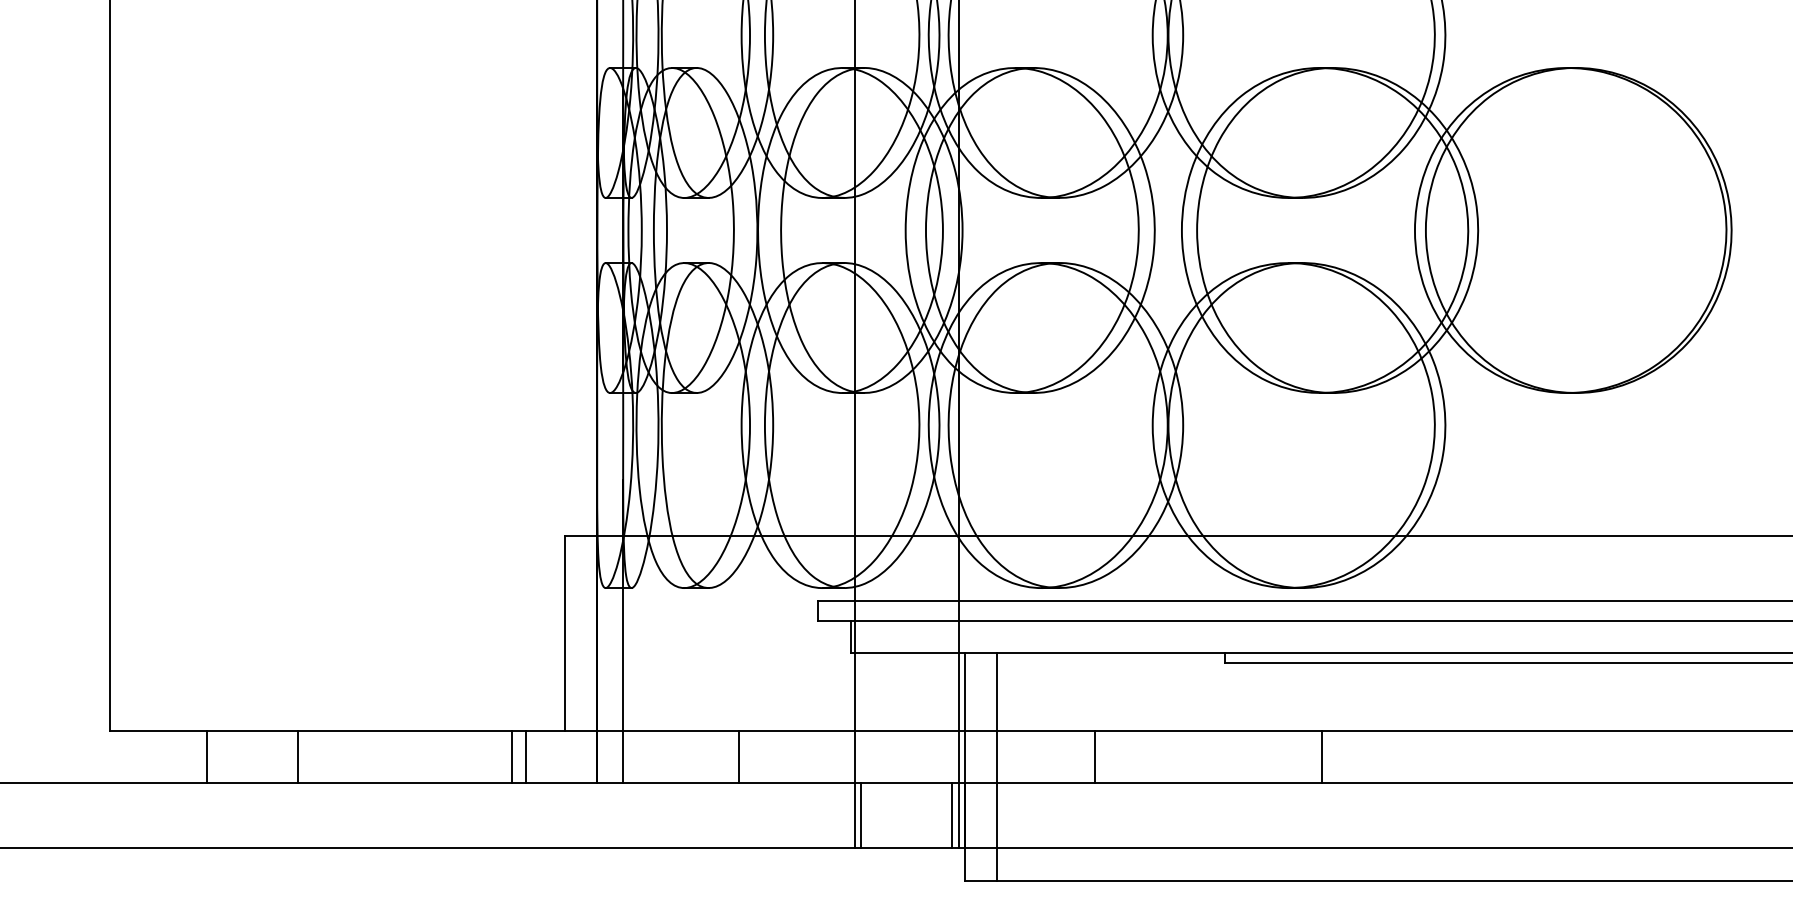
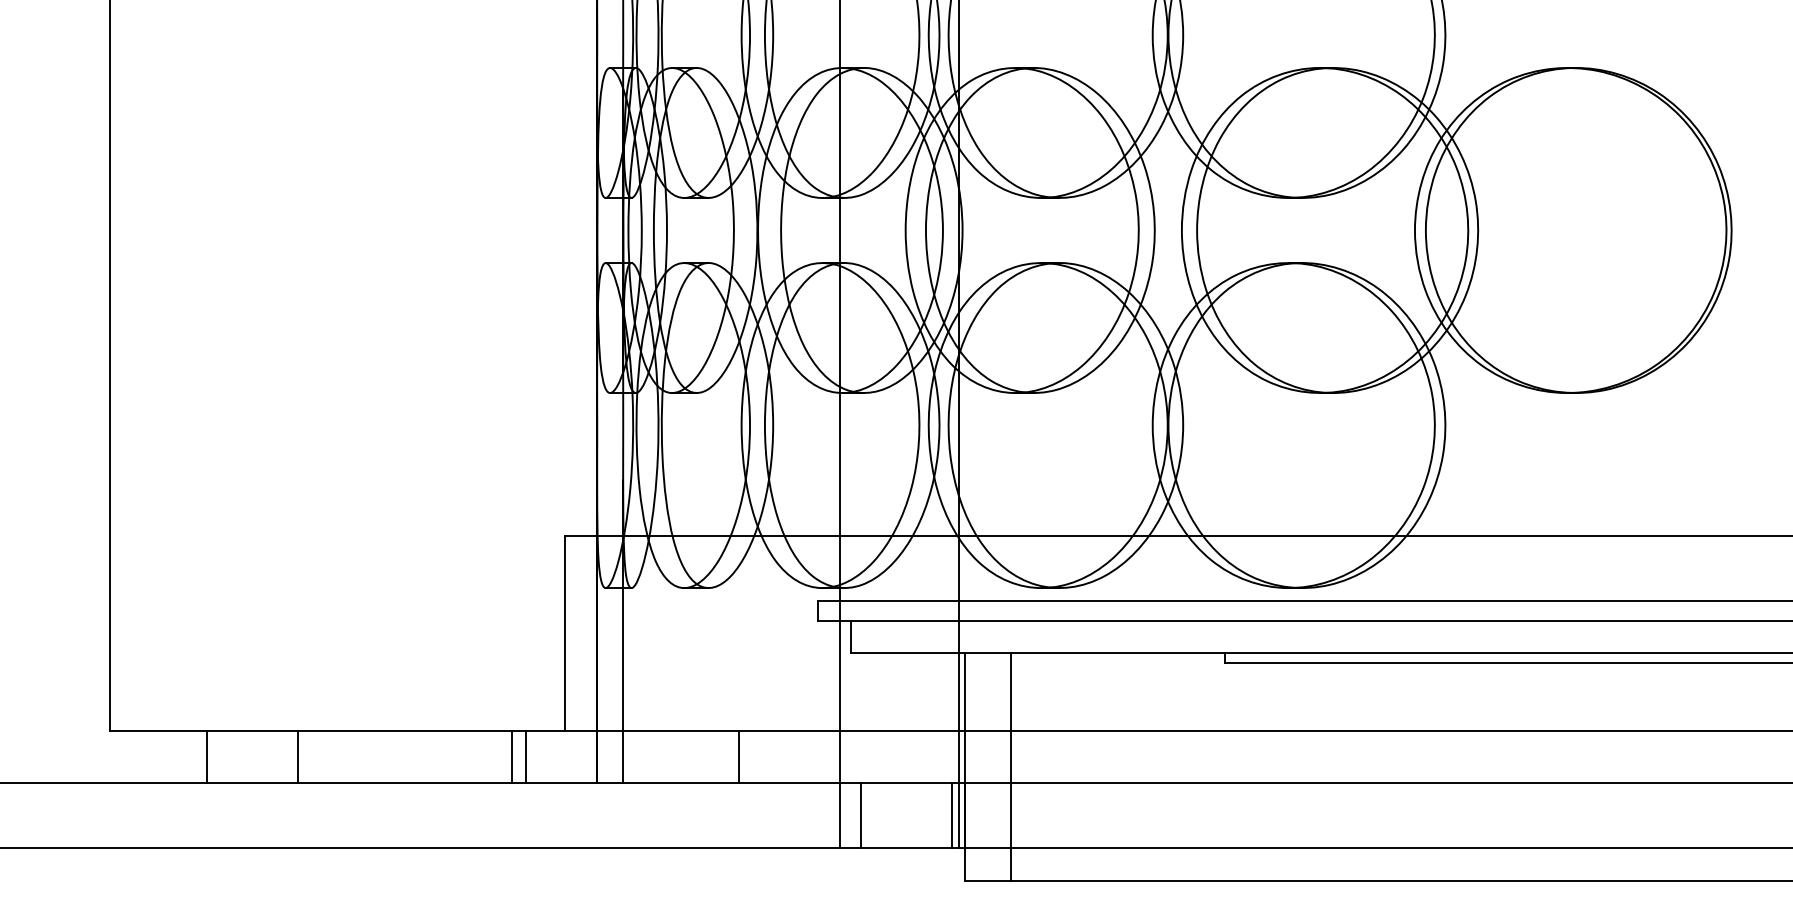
line at (854, 425) position: (854, 425) -> (839, 425)
line at (1094, 757): present -> none
line at (1322, 757): present -> none
line at (997, 766) position: (997, 766) -> (1011, 766)
